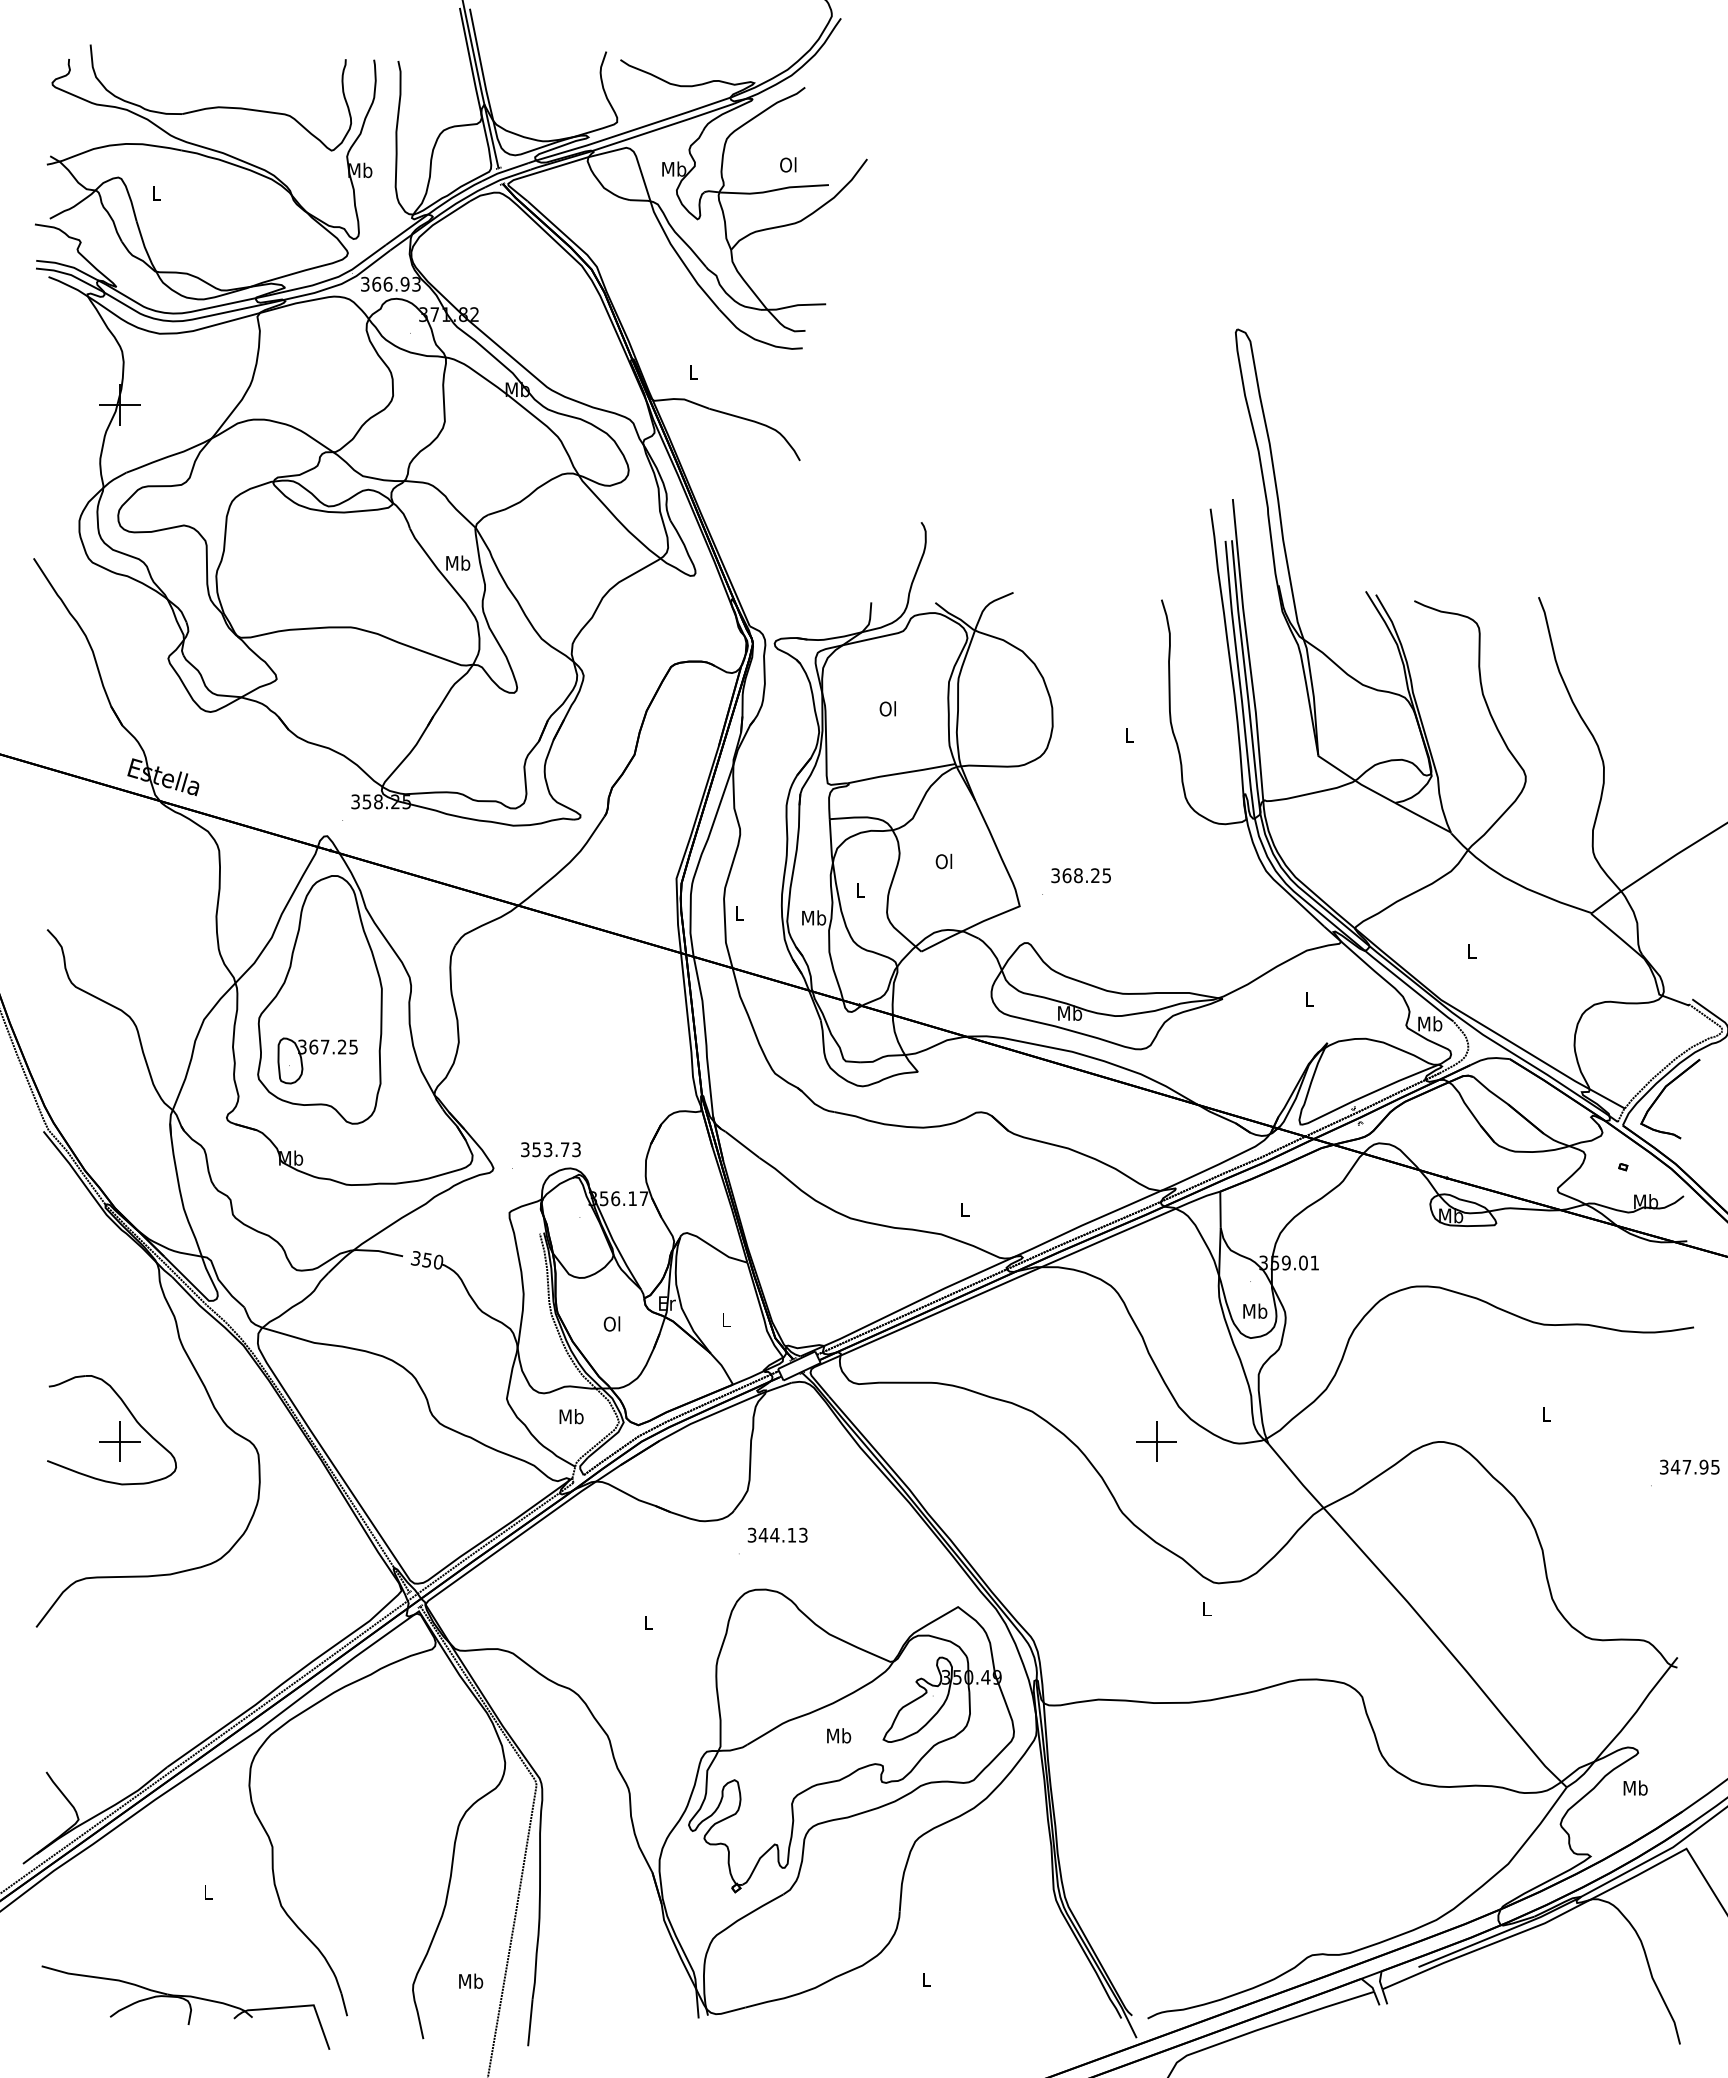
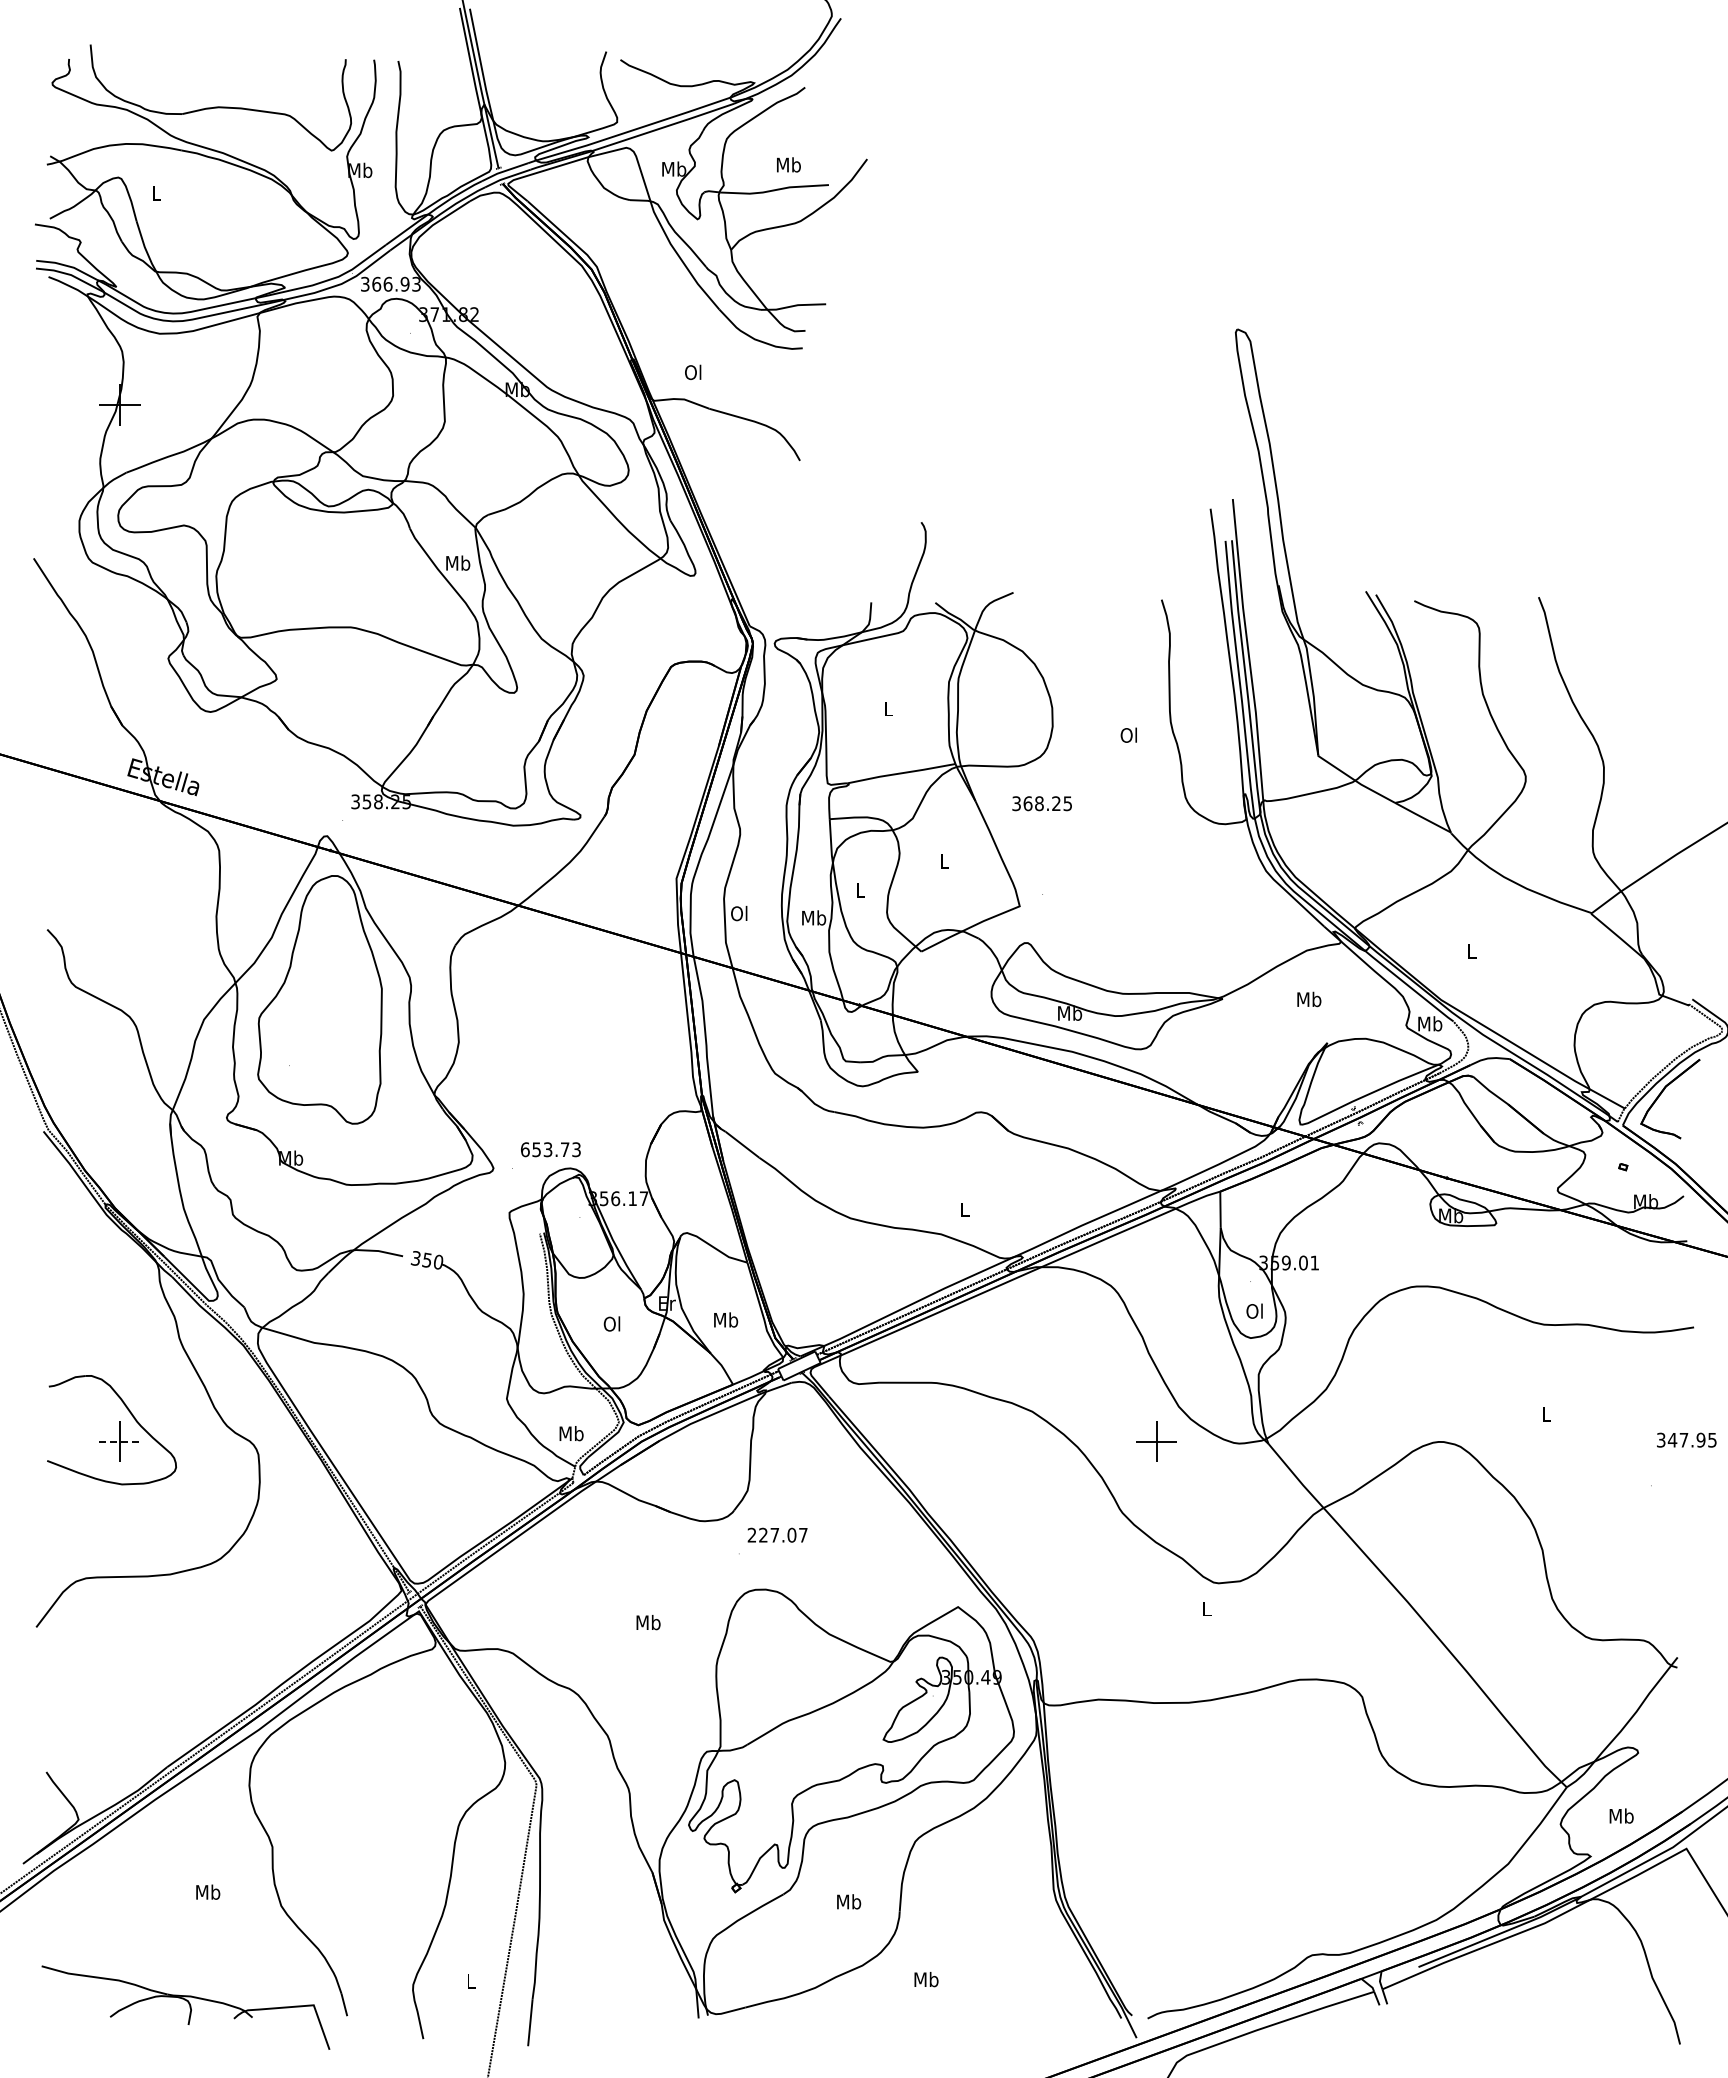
text at (788, 164): Ol -> Mb
text at (693, 372): L -> Ol
text at (887, 708): Ol -> L
text at (1128, 734): L -> Ol
text at (943, 861): Ol -> L
text at (1080, 875) position: (1080, 875) -> (1041, 803)
text at (739, 913): L -> Ol
text at (1309, 999): L -> Mb
part at (315, 1054): present -> none
text at (525, 1149): 353.73 -> 653.73
text at (1255, 1310): Mb -> Ol
text at (726, 1319): L -> Mb
text at (571, 1416) position: (571, 1416) -> (571, 1433)
line at (120, 1441): solid -> dashed
text at (1689, 1466) position: (1689, 1466) -> (1686, 1439)
text at (777, 1534): 344.13 -> 227.07
text at (648, 1622): L -> Mb
text at (839, 1735) position: (839, 1735) -> (849, 1901)
text at (1635, 1787) position: (1635, 1787) -> (1621, 1815)
text at (208, 1891): L -> Mb
text at (926, 1979): L -> Mb
text at (471, 1980): Mb -> L
